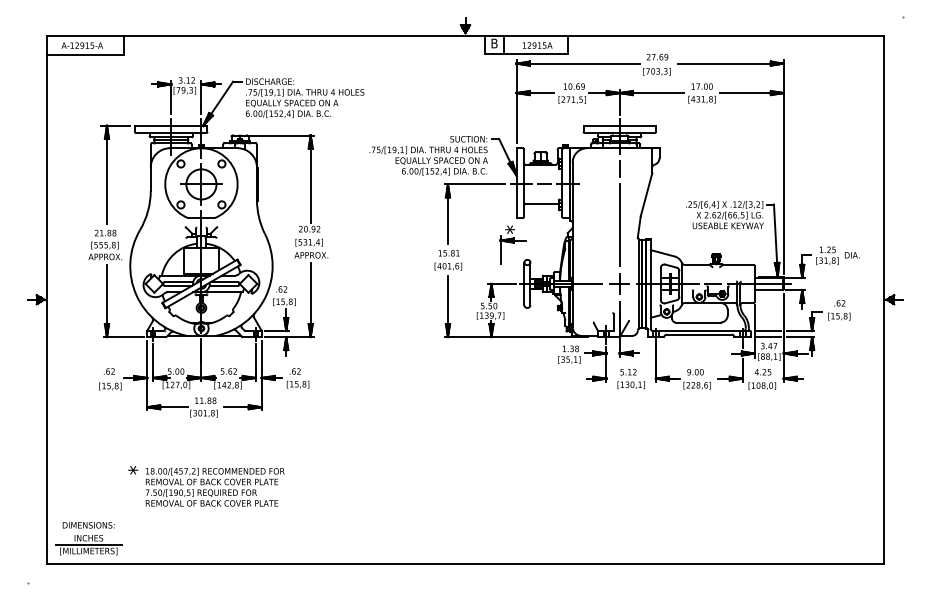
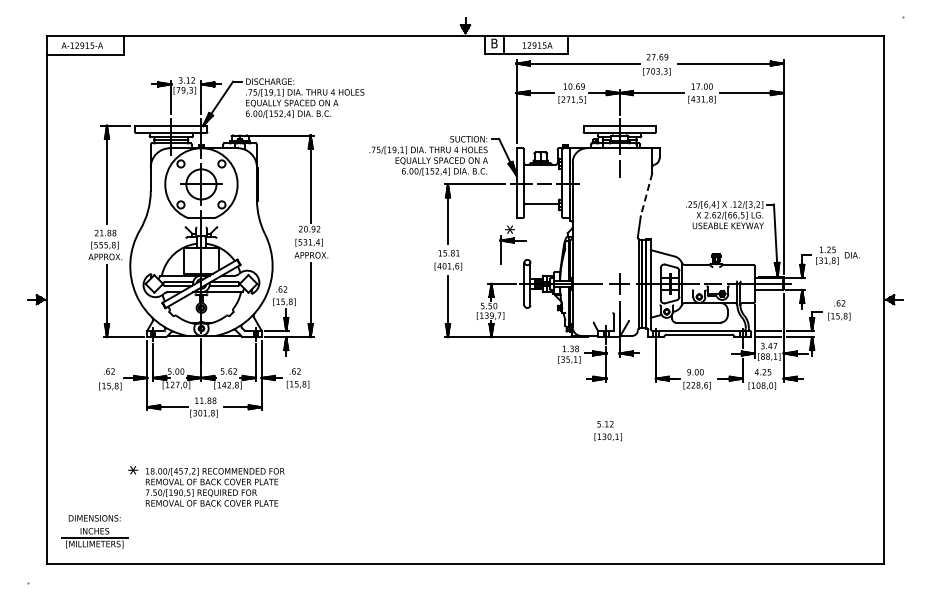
line at (646, 195): solid -> dashed
line at (619, 225): present -> none
text at (630, 379) position: (630, 379) -> (607, 431)
part at (88, 538) position: (88, 538) -> (94, 531)
